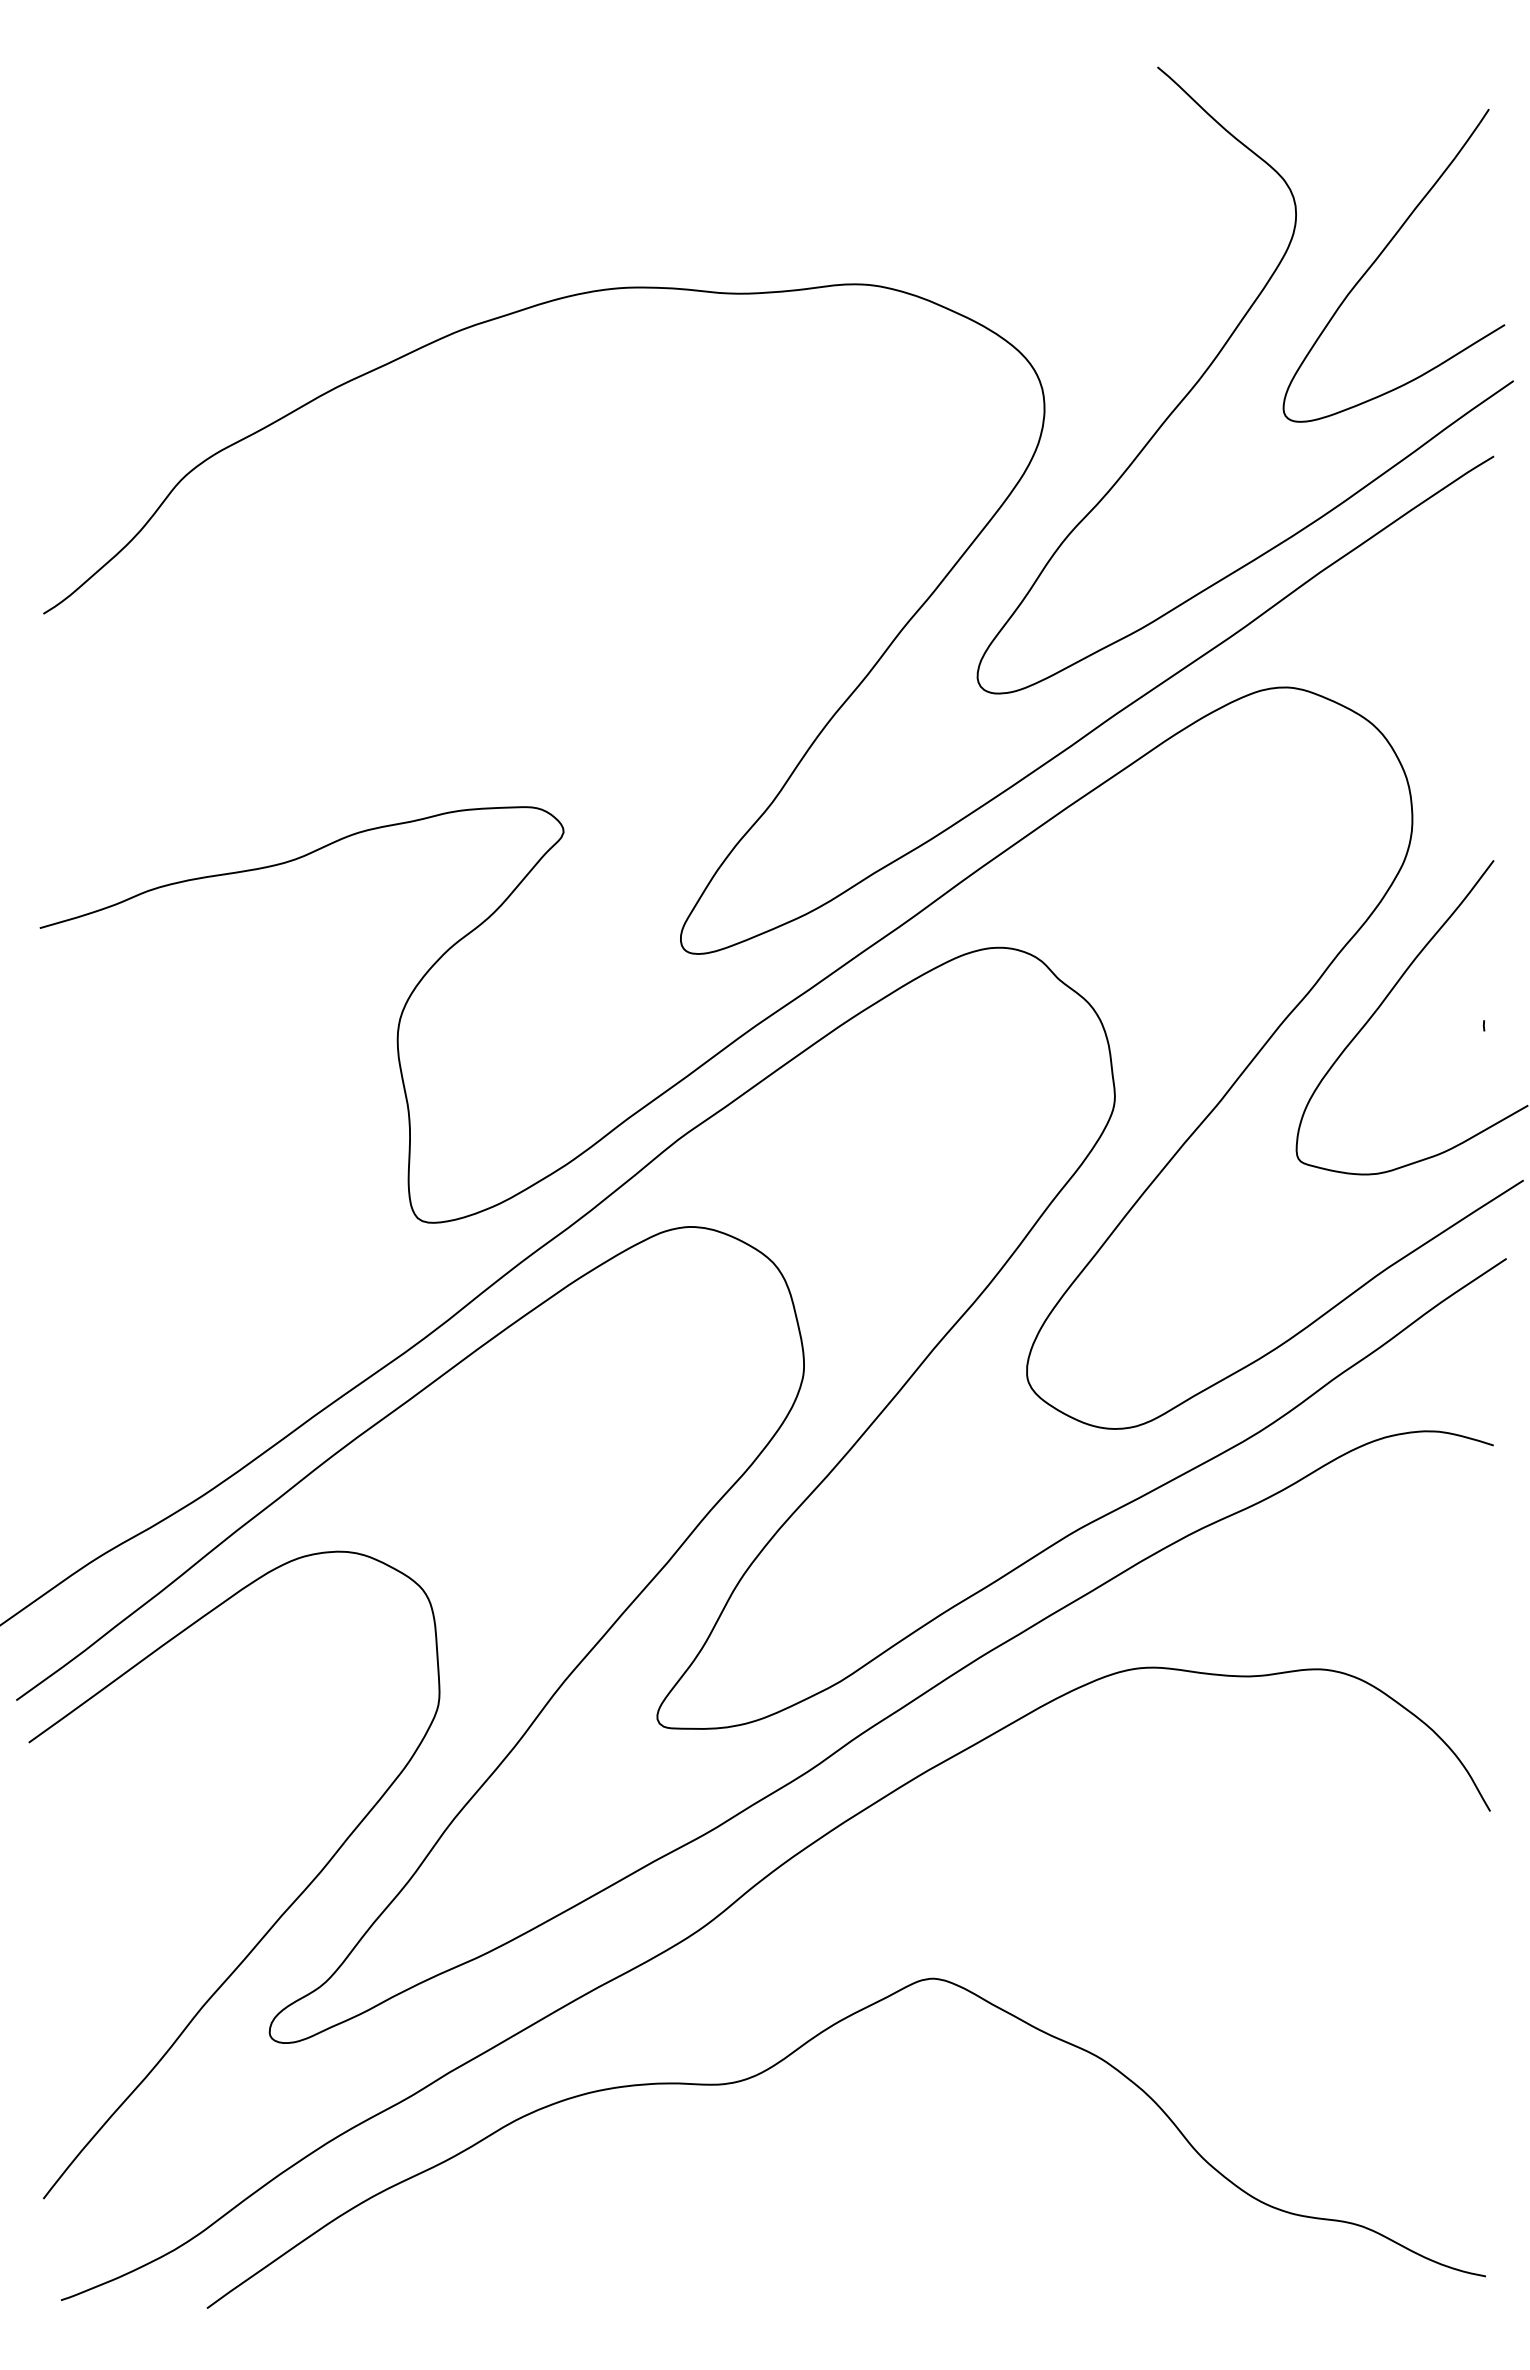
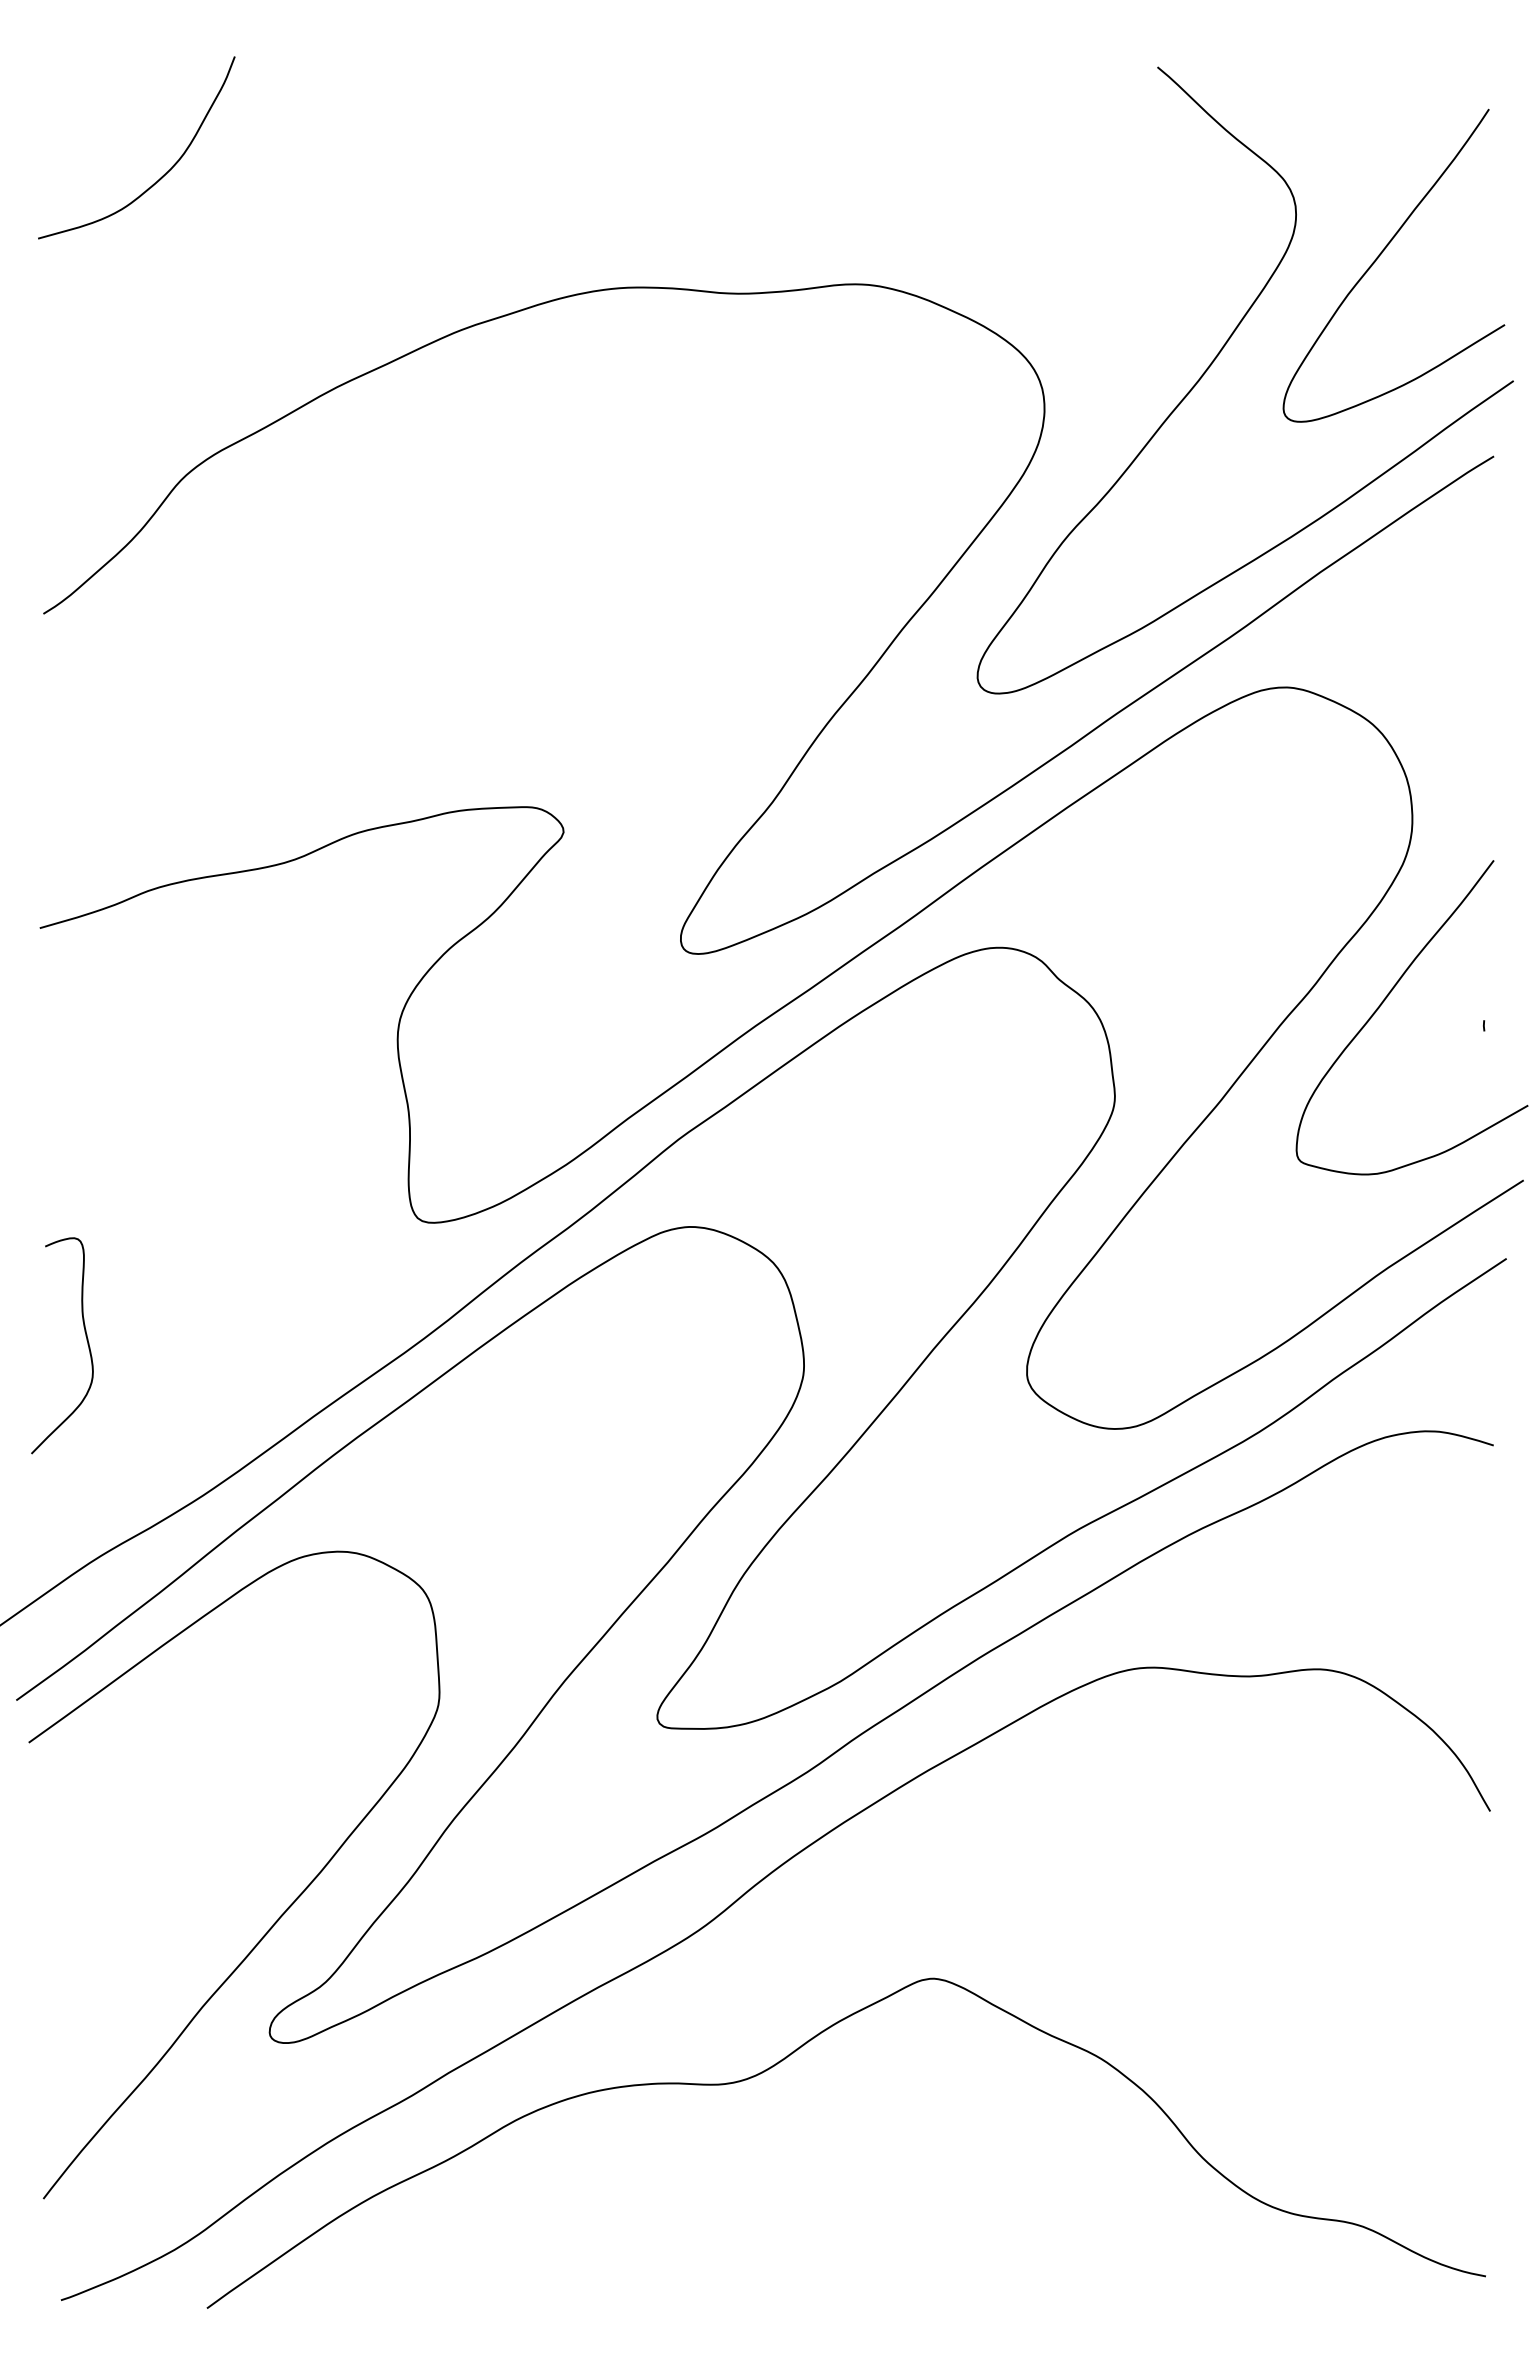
curve at (163, 174): none -> present
curve at (86, 1340): none -> present
